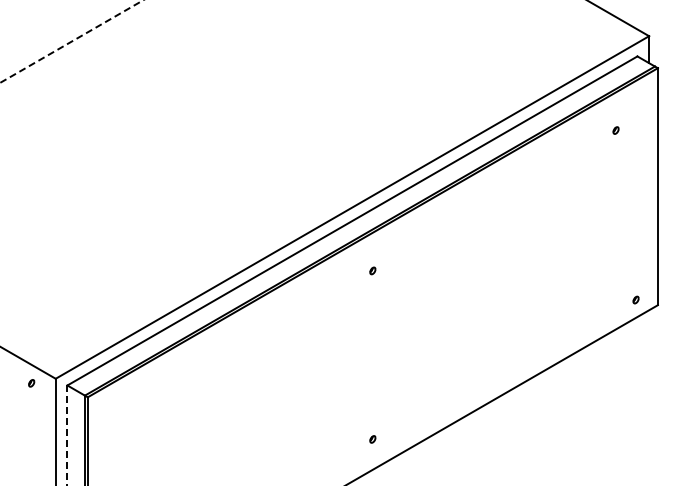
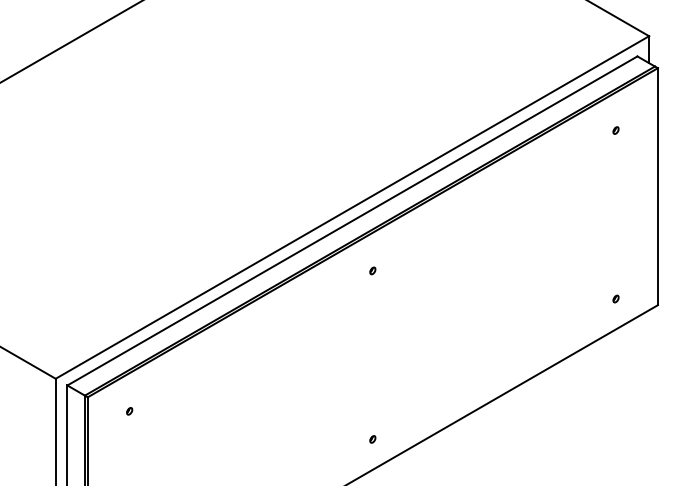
line at (71, 41): dashed -> solid
part at (635, 299) position: (635, 299) -> (615, 298)
part at (31, 383) position: (31, 383) -> (129, 411)
line at (67, 435): dashed -> solid
